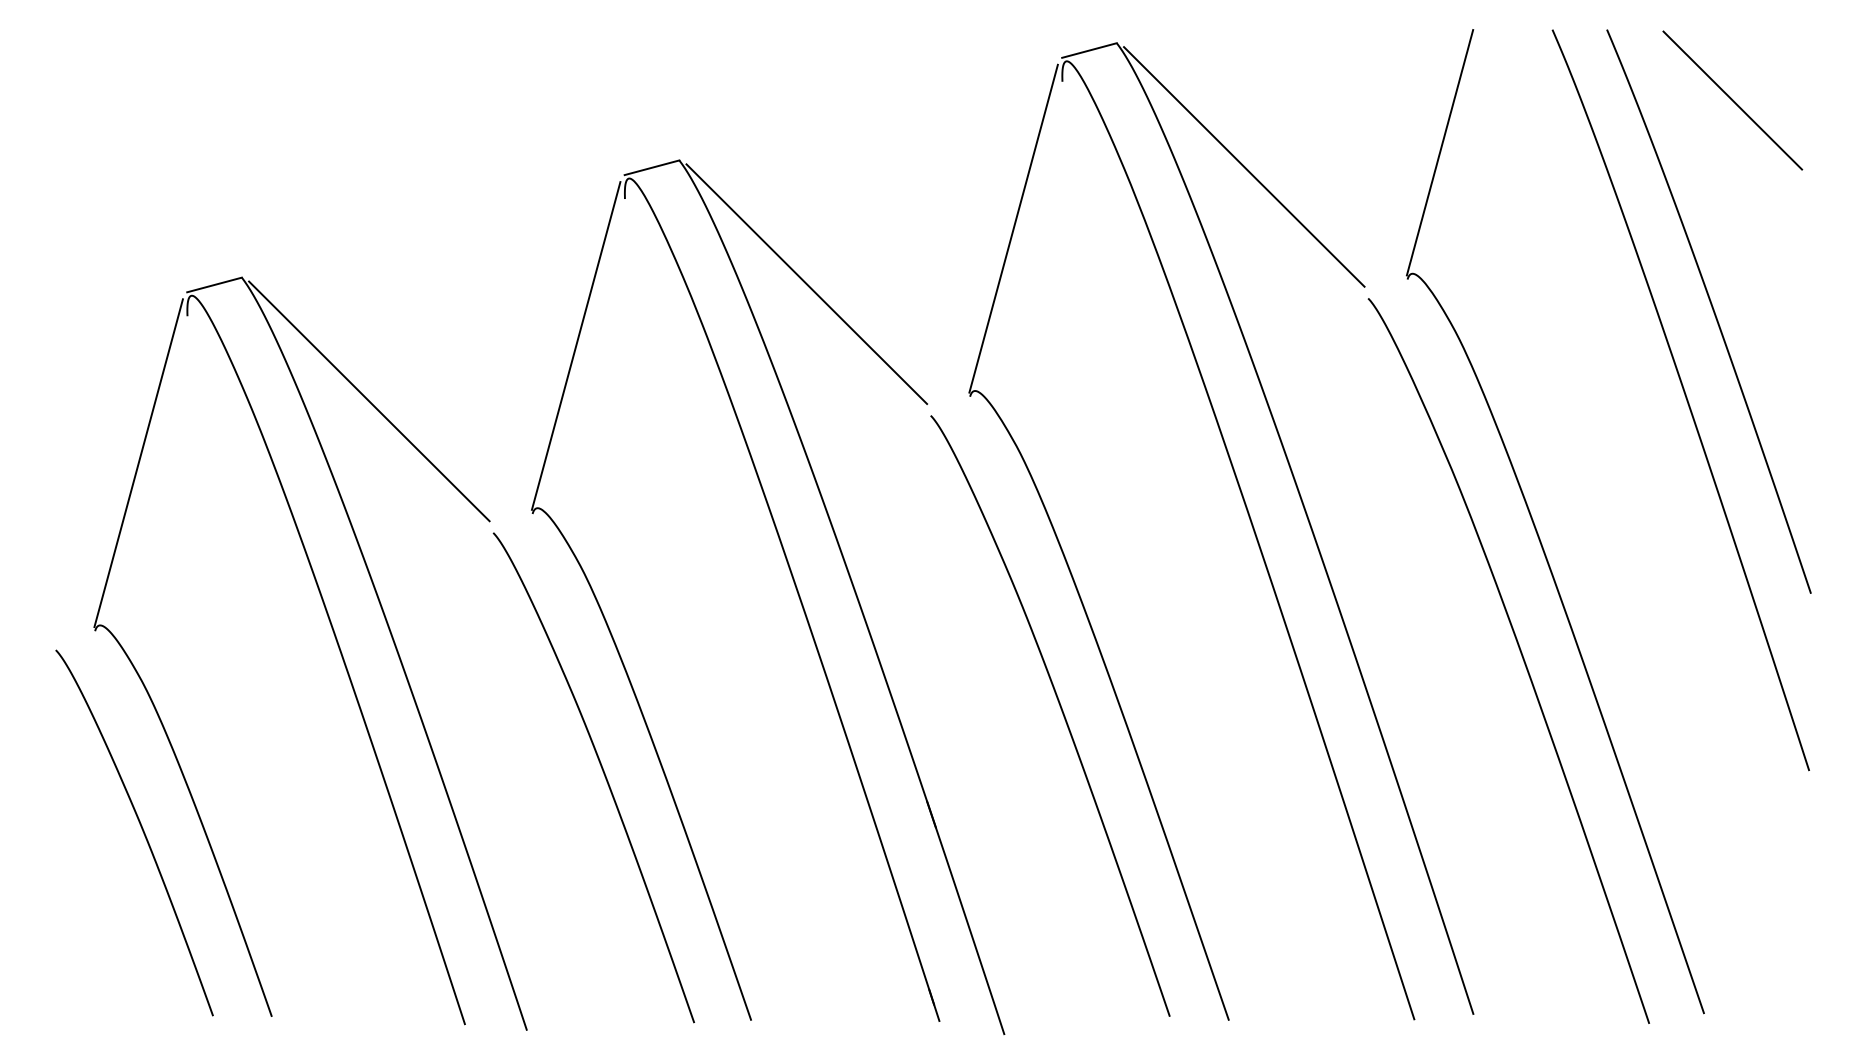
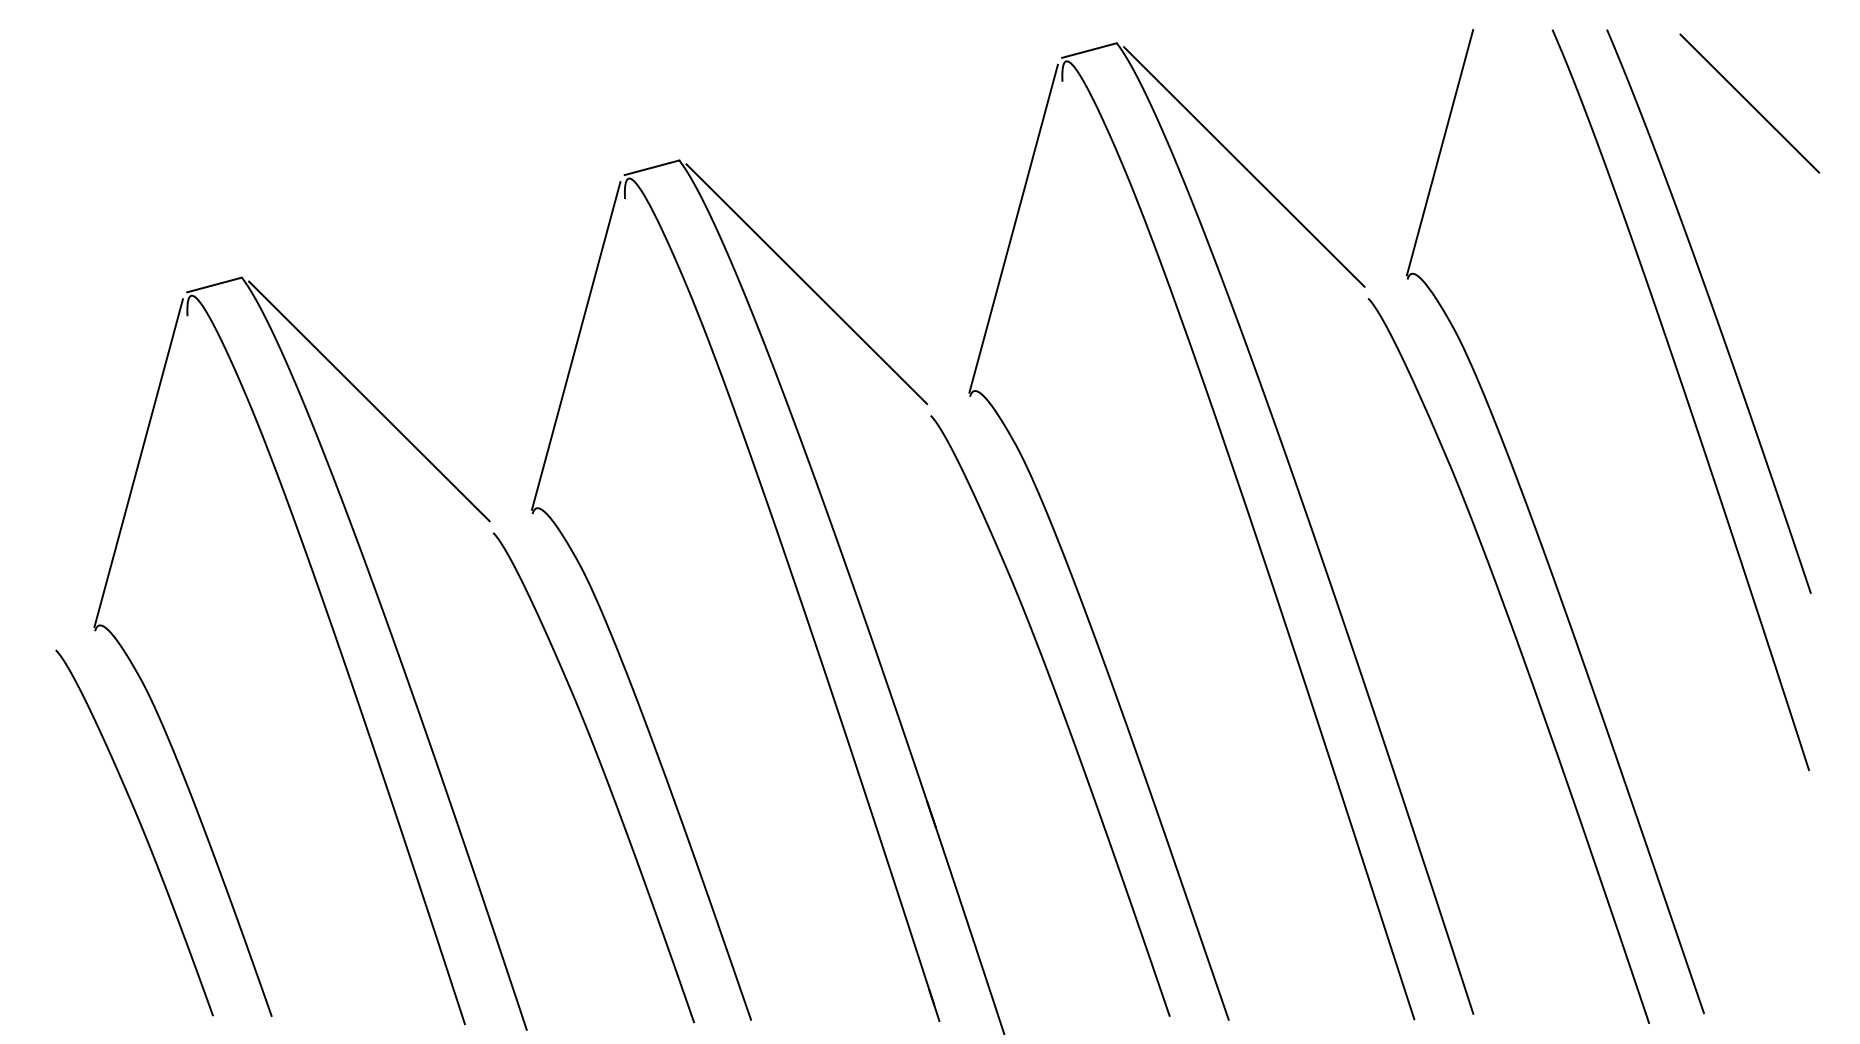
line at (1732, 100) position: (1732, 100) -> (1749, 103)
